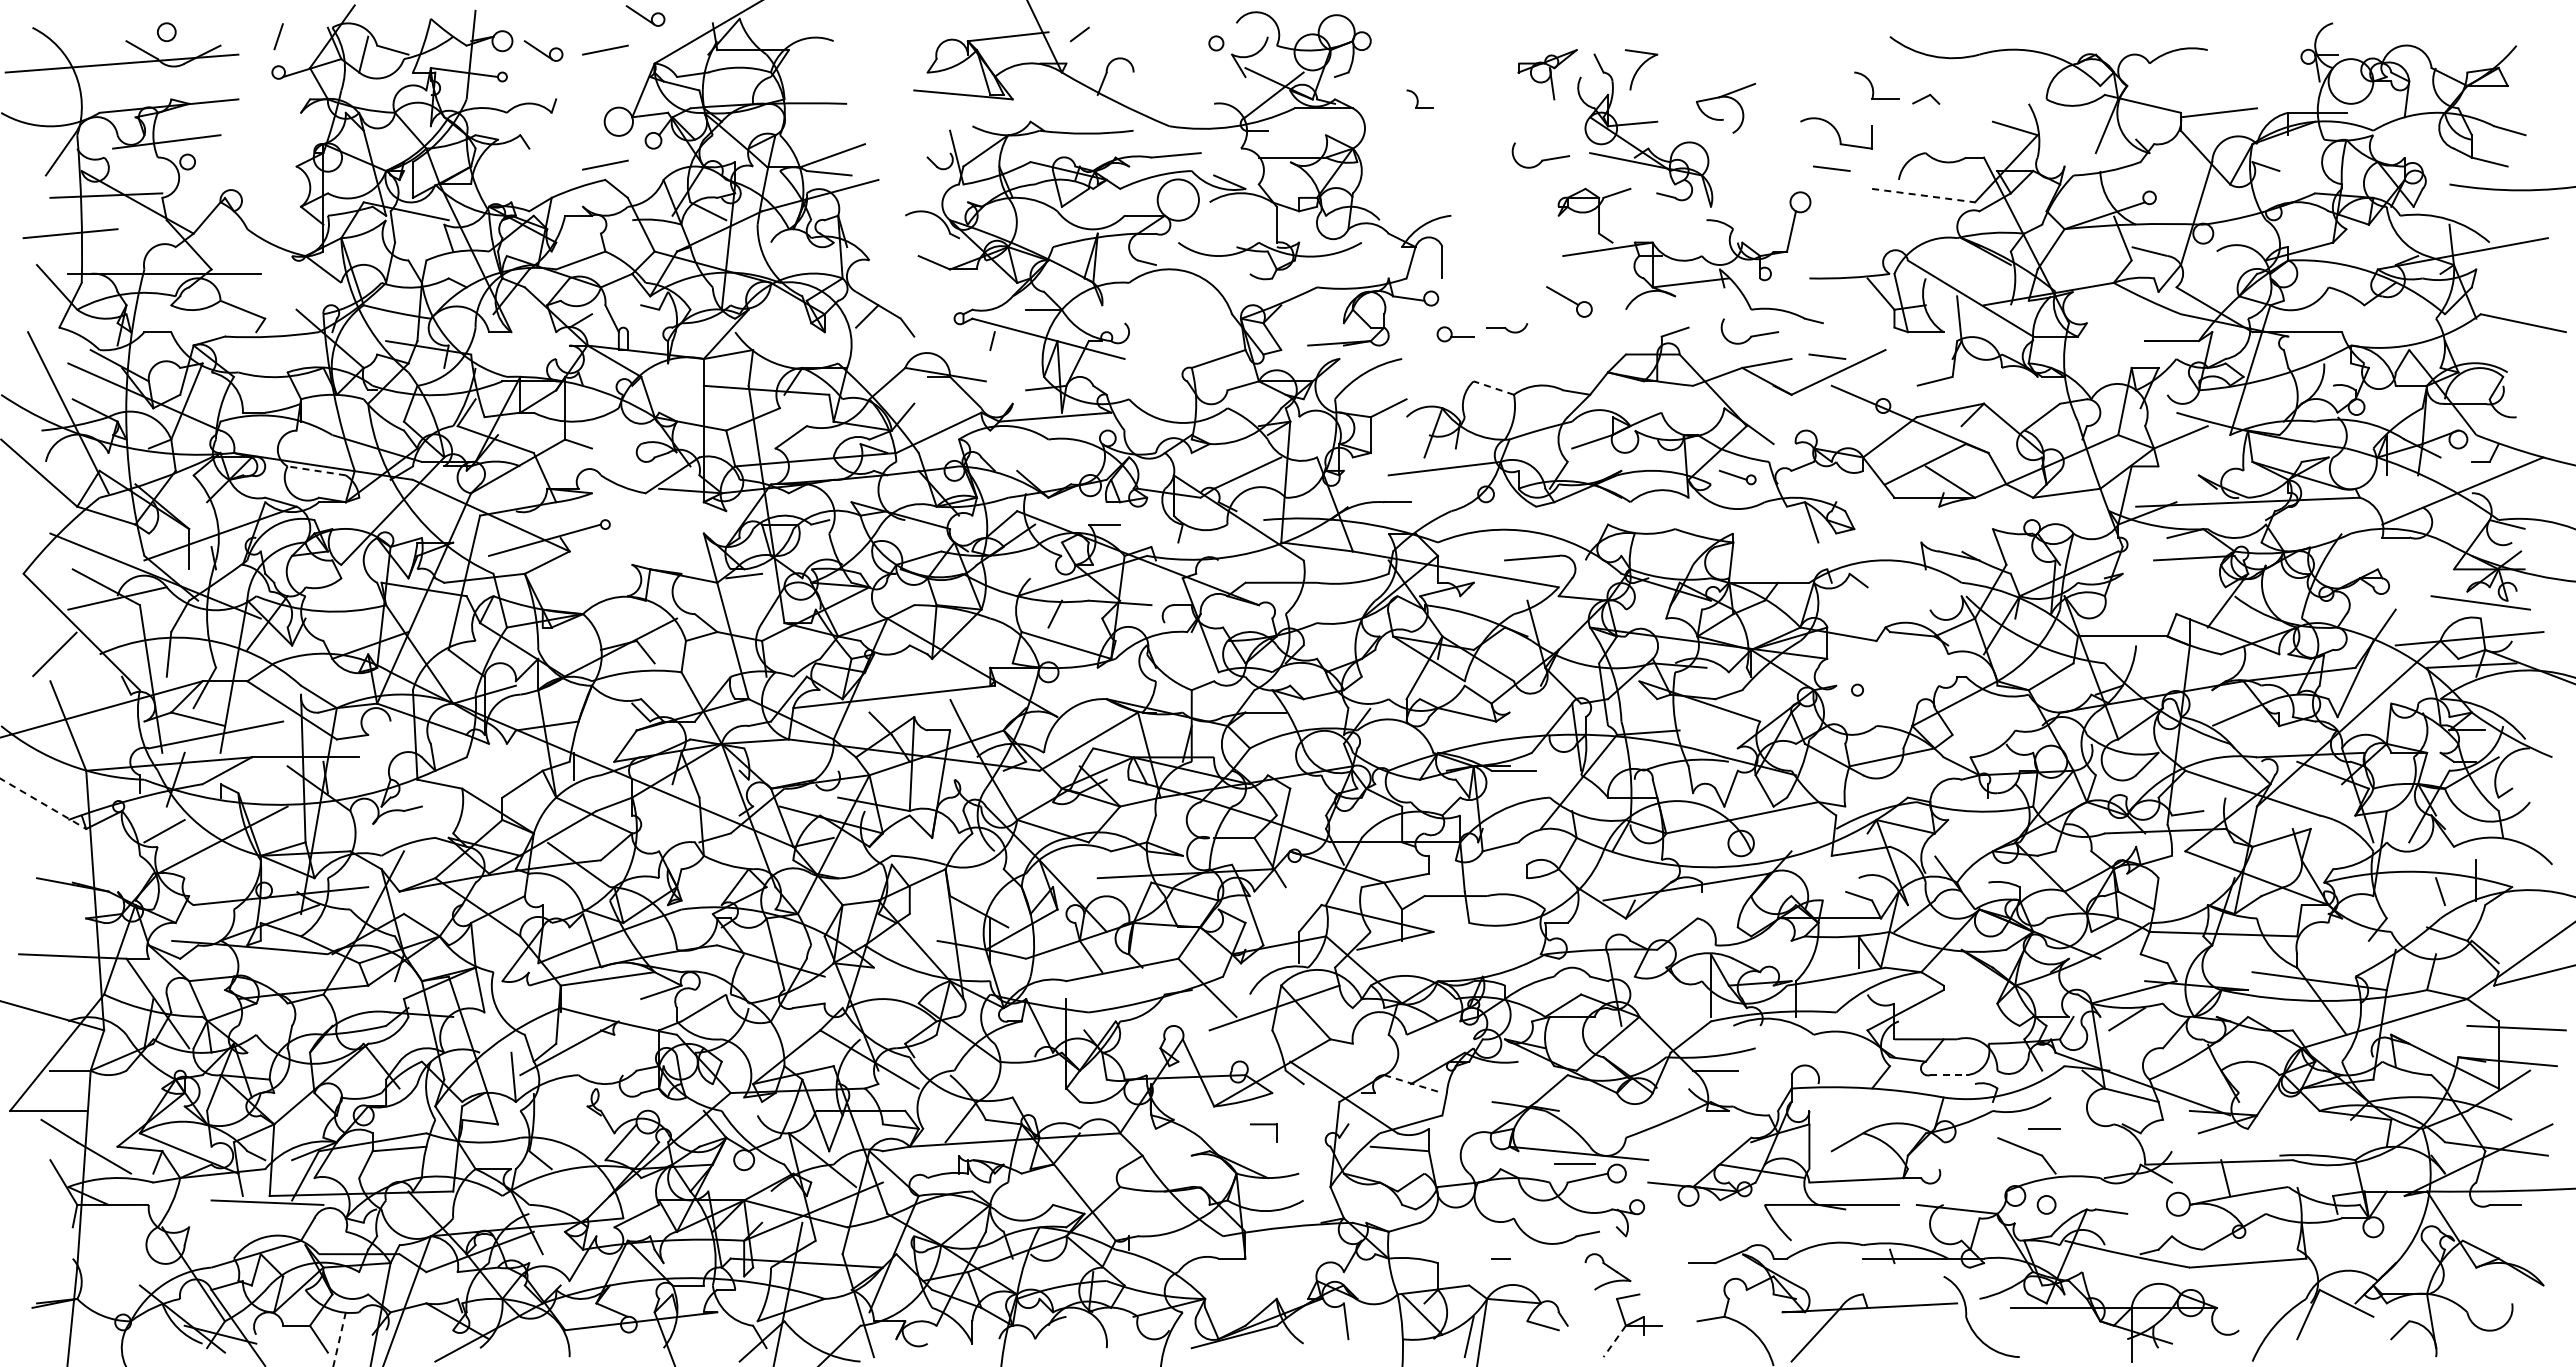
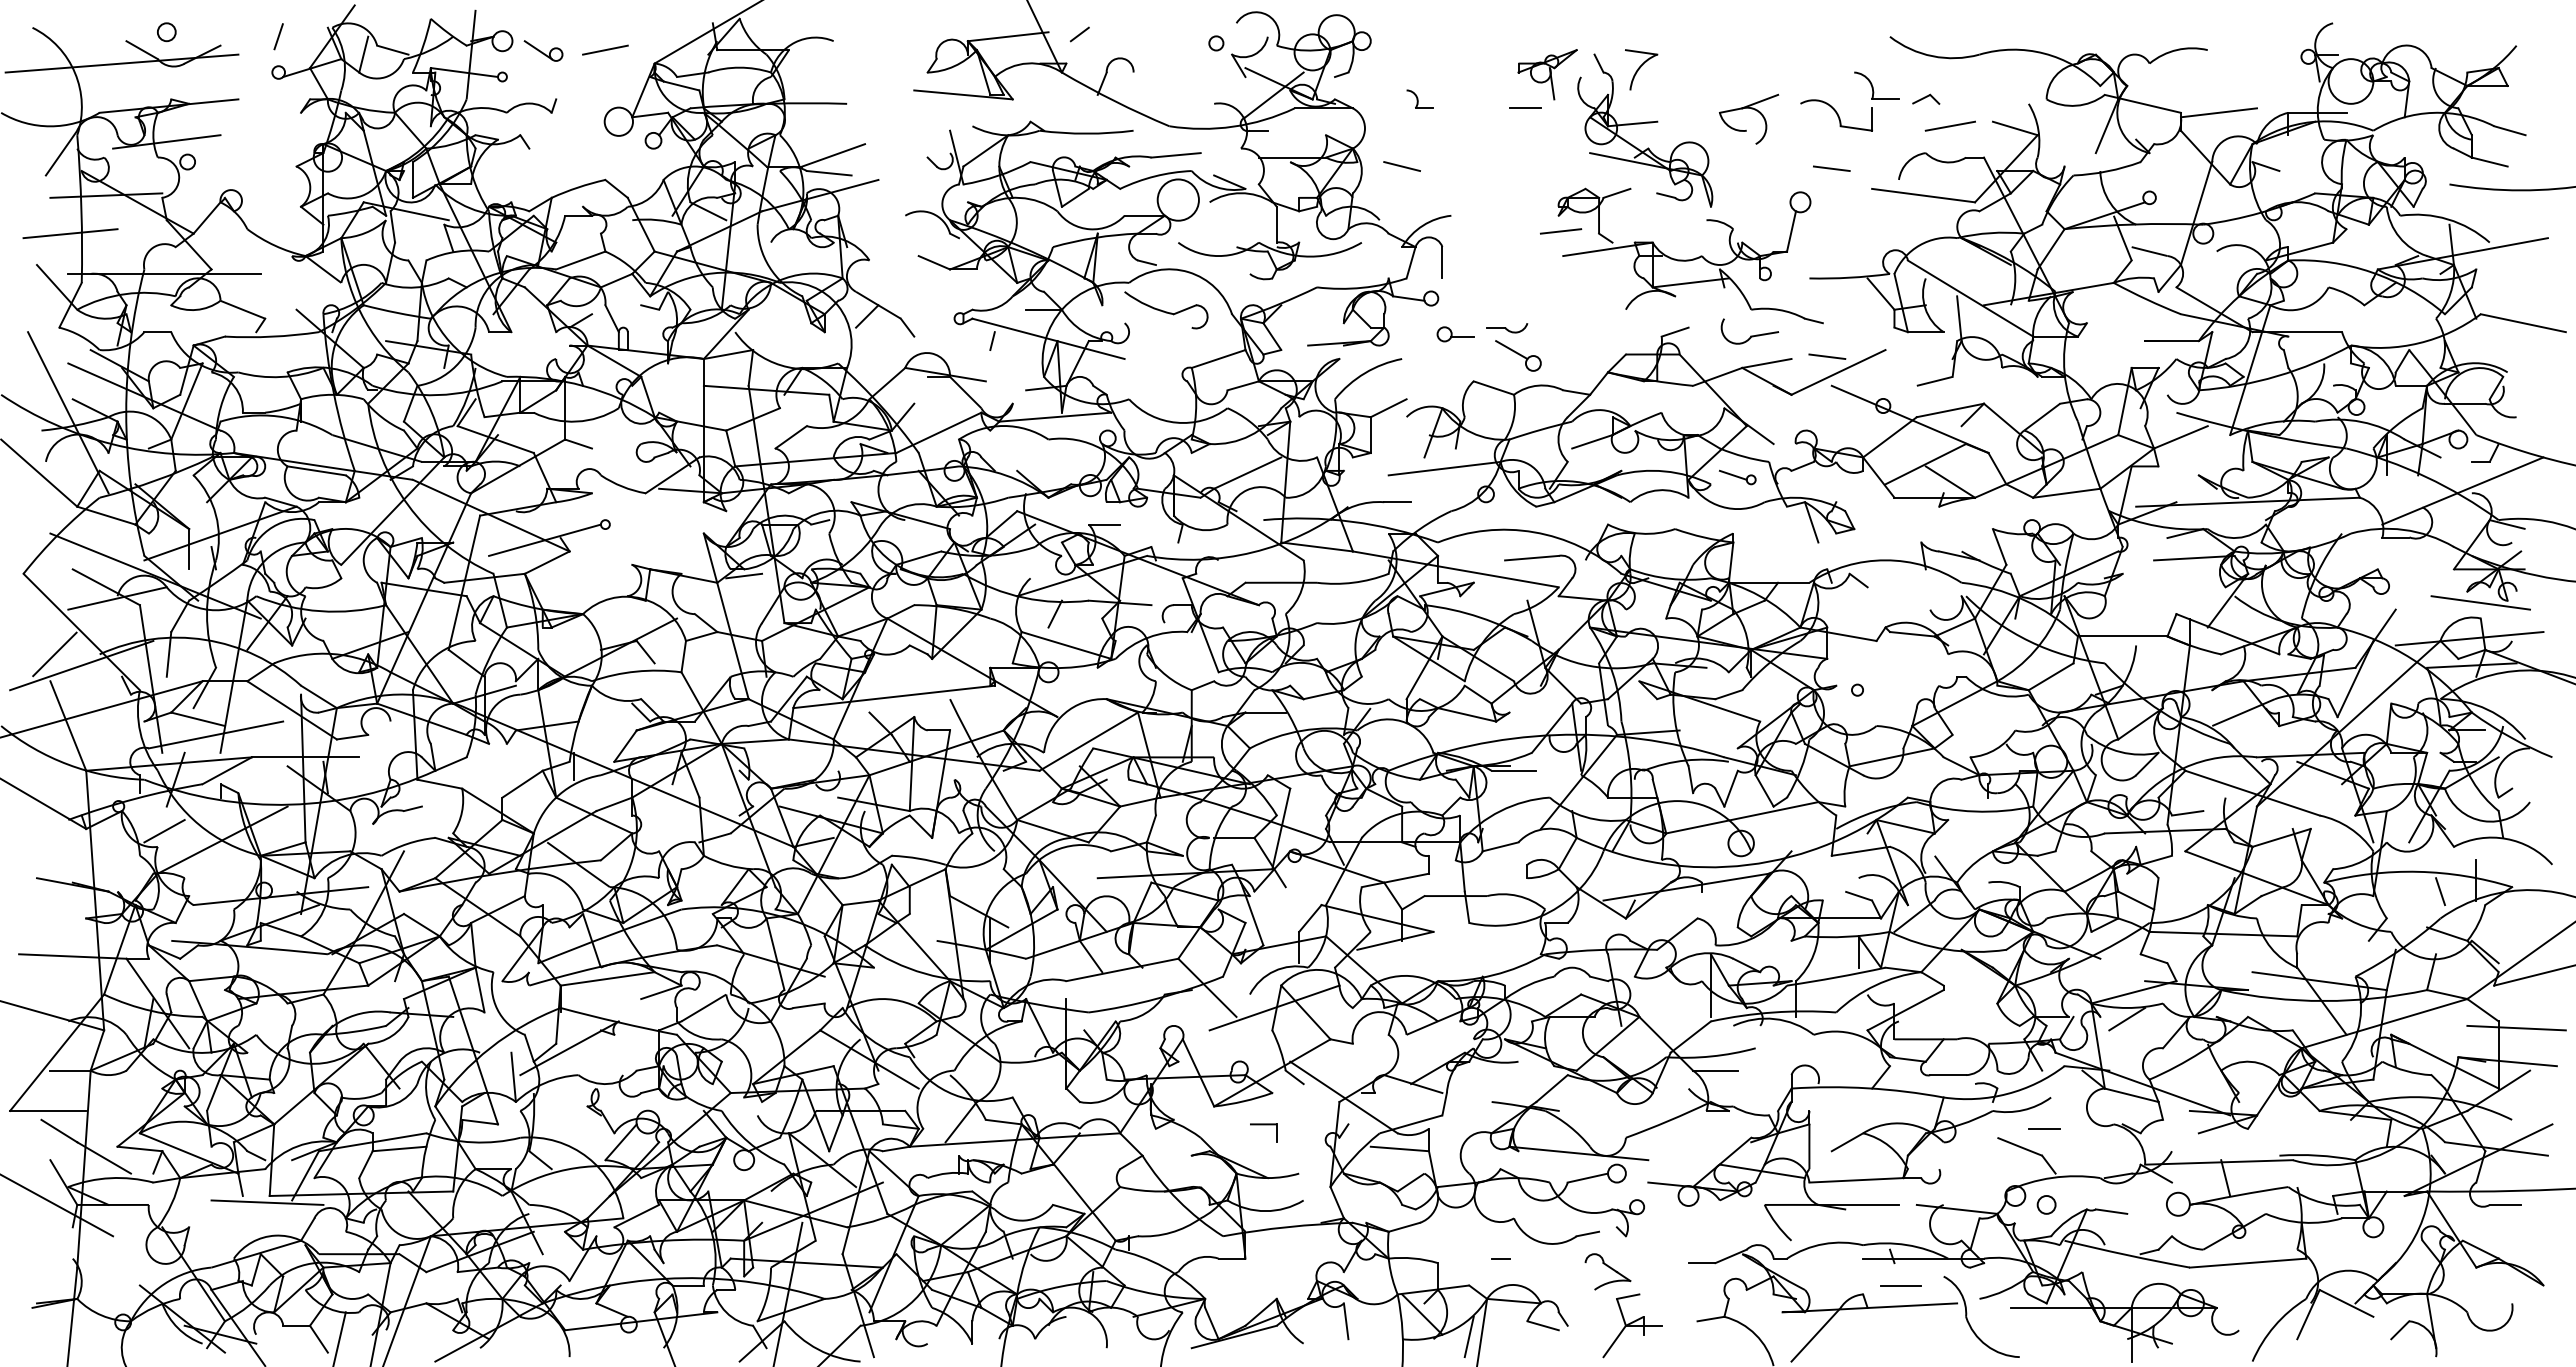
part at (645, 15): present -> none
part at (1728, 98) position: (1728, 98) -> (1751, 109)
line at (1524, 108): none -> present
line at (1949, 125): none -> present
part at (1836, 133) position: (1836, 133) -> (1836, 115)
part at (1540, 155): present -> none
line at (605, 164): present -> none
line at (1402, 166): none -> present
line at (1923, 195): dashed -> solid
line at (1561, 231): none -> present
part at (1569, 301) position: (1569, 301) -> (1518, 355)
part at (1166, 310): none -> present
line at (1493, 387): dashed -> solid
line at (316, 470): dashed -> solid
line at (81, 665): none -> present
line at (43, 803): dashed -> solid
line at (1948, 1075): dashed -> solid
line at (1413, 1084): dashed -> solid
line at (1574, 1163) position: (1574, 1163) -> (1900, 1285)
line at (57, 1205): none -> present
line at (339, 1339): dashed -> solid
line at (1614, 1341): dashed -> solid
